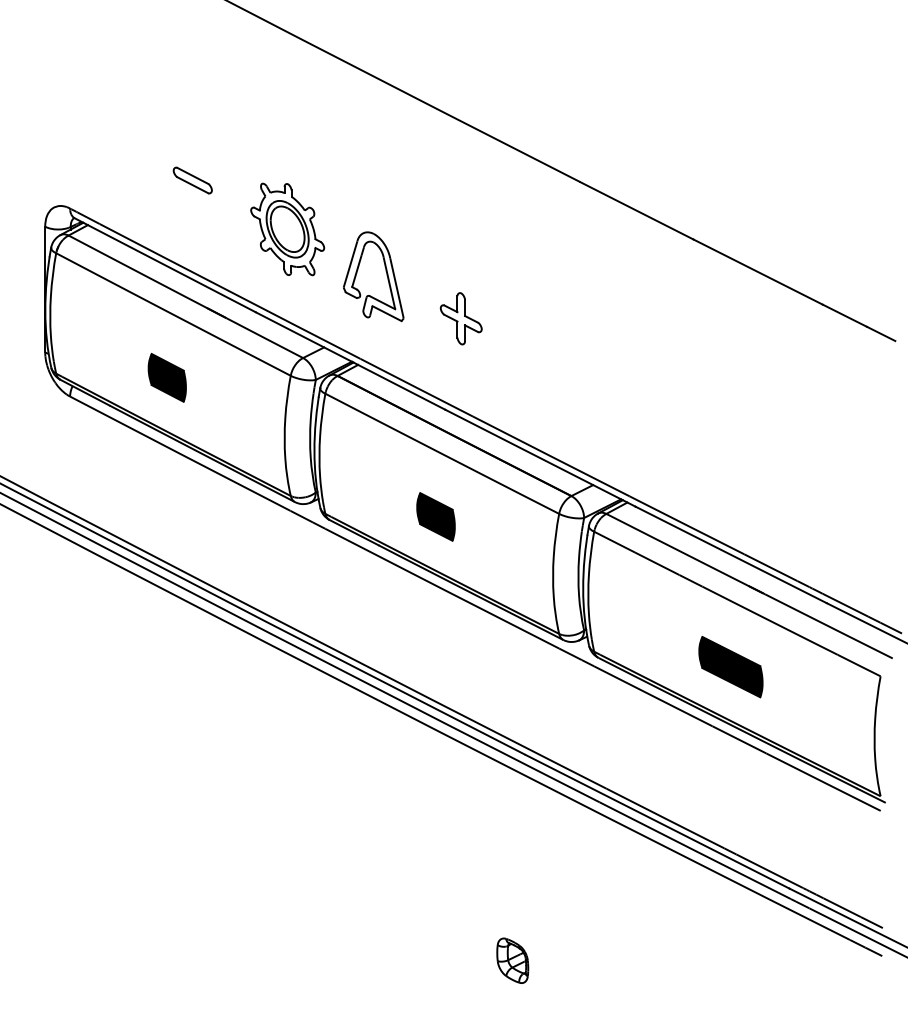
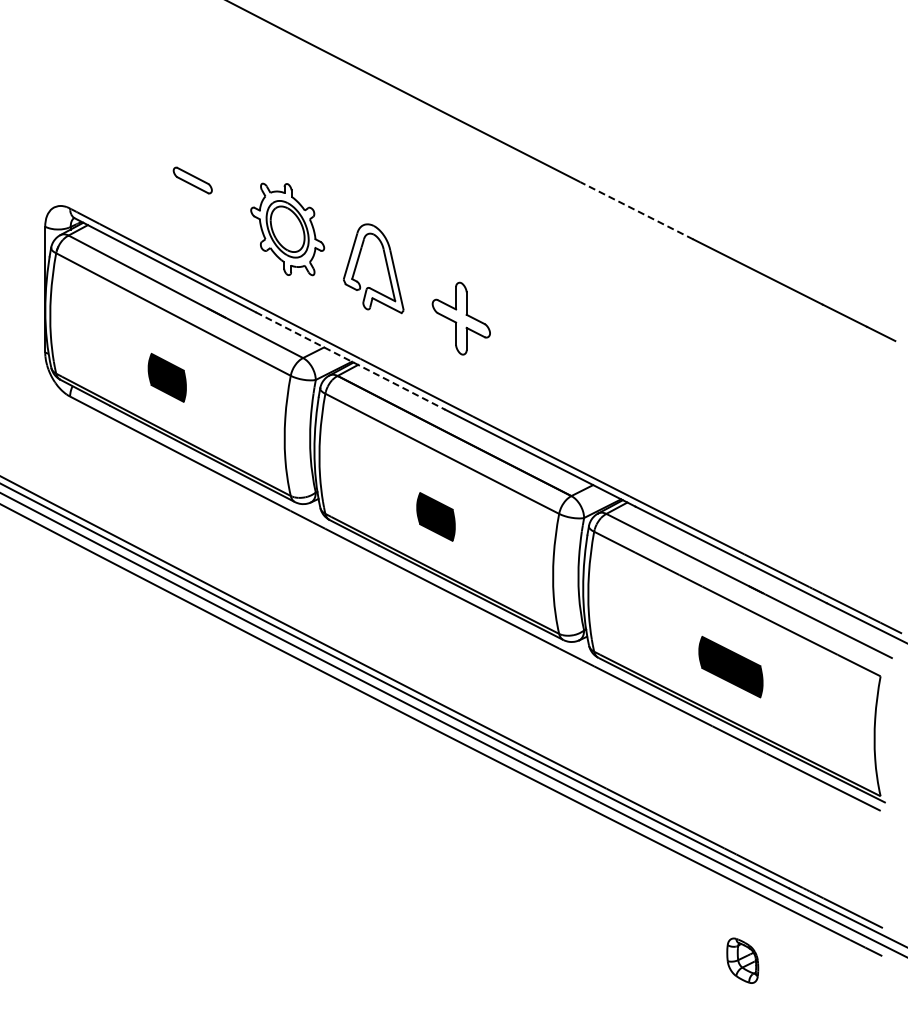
line at (636, 210): solid -> dashed
part at (385, 271) position: (385, 271) -> (385, 263)
part at (460, 318) size: 44x54 px -> 60x75 px
line at (350, 361): solid -> dashed
part at (512, 960) position: (512, 960) -> (742, 960)
